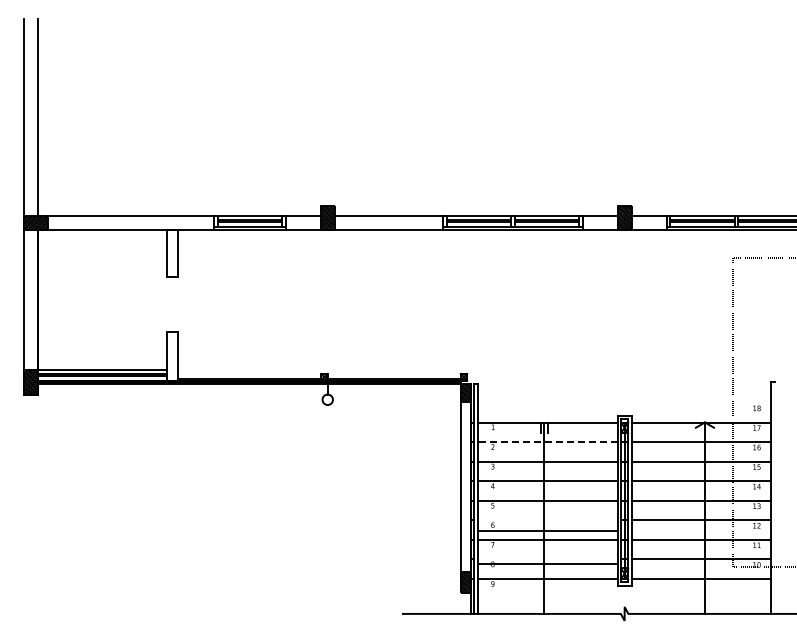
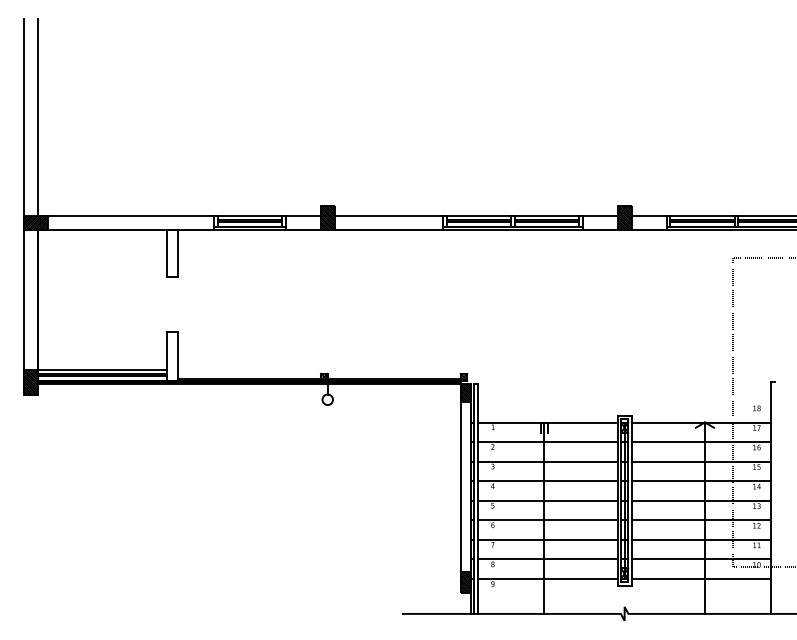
line at (547, 442): dashed -> solid
line at (547, 531) position: (547, 531) -> (547, 520)
line at (547, 564) position: (547, 564) -> (547, 559)
